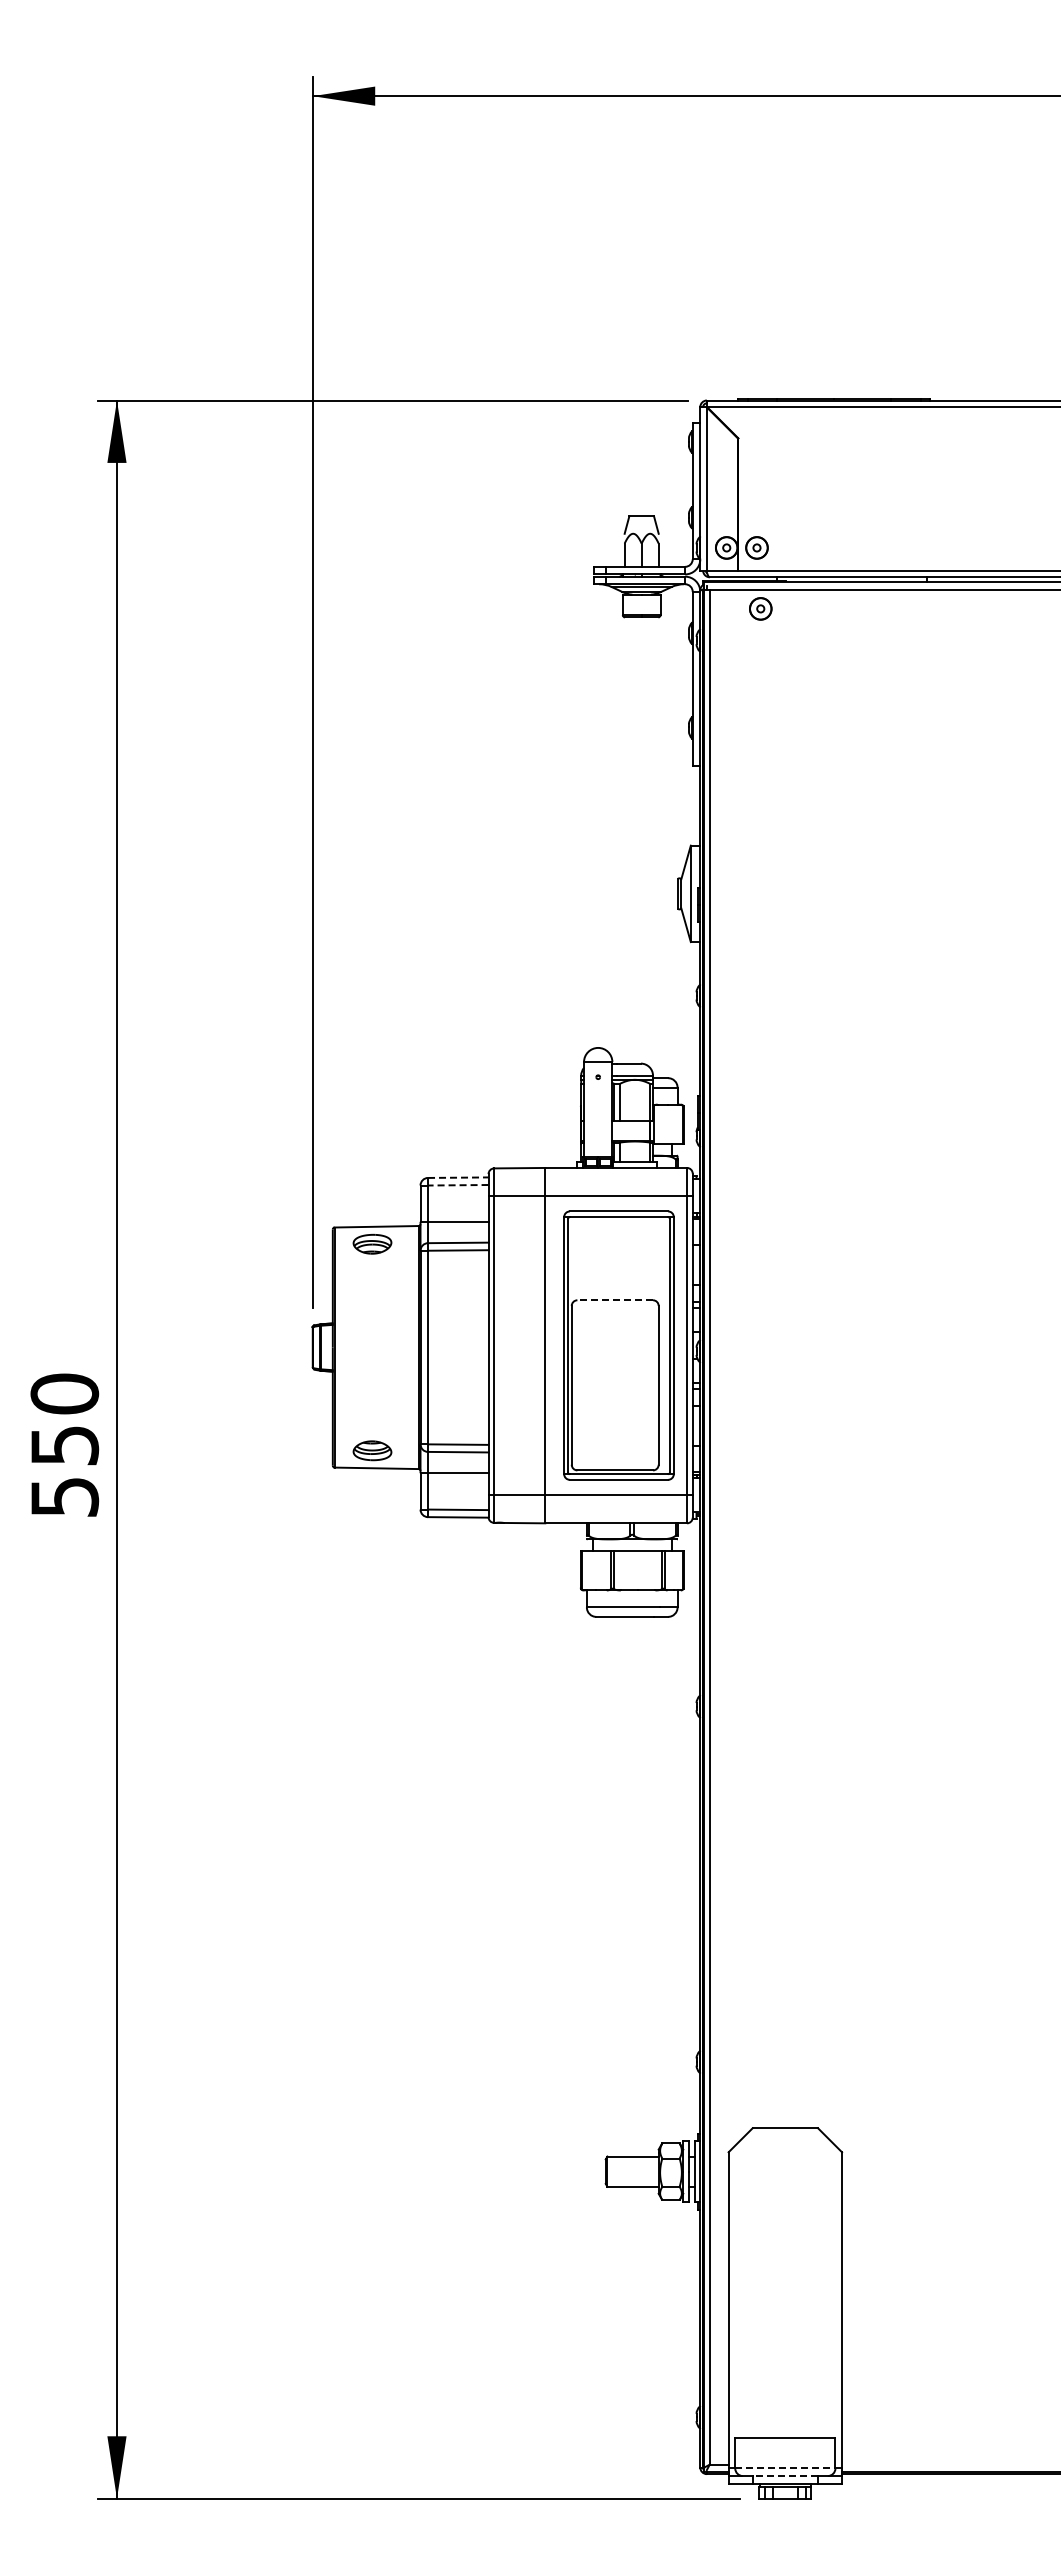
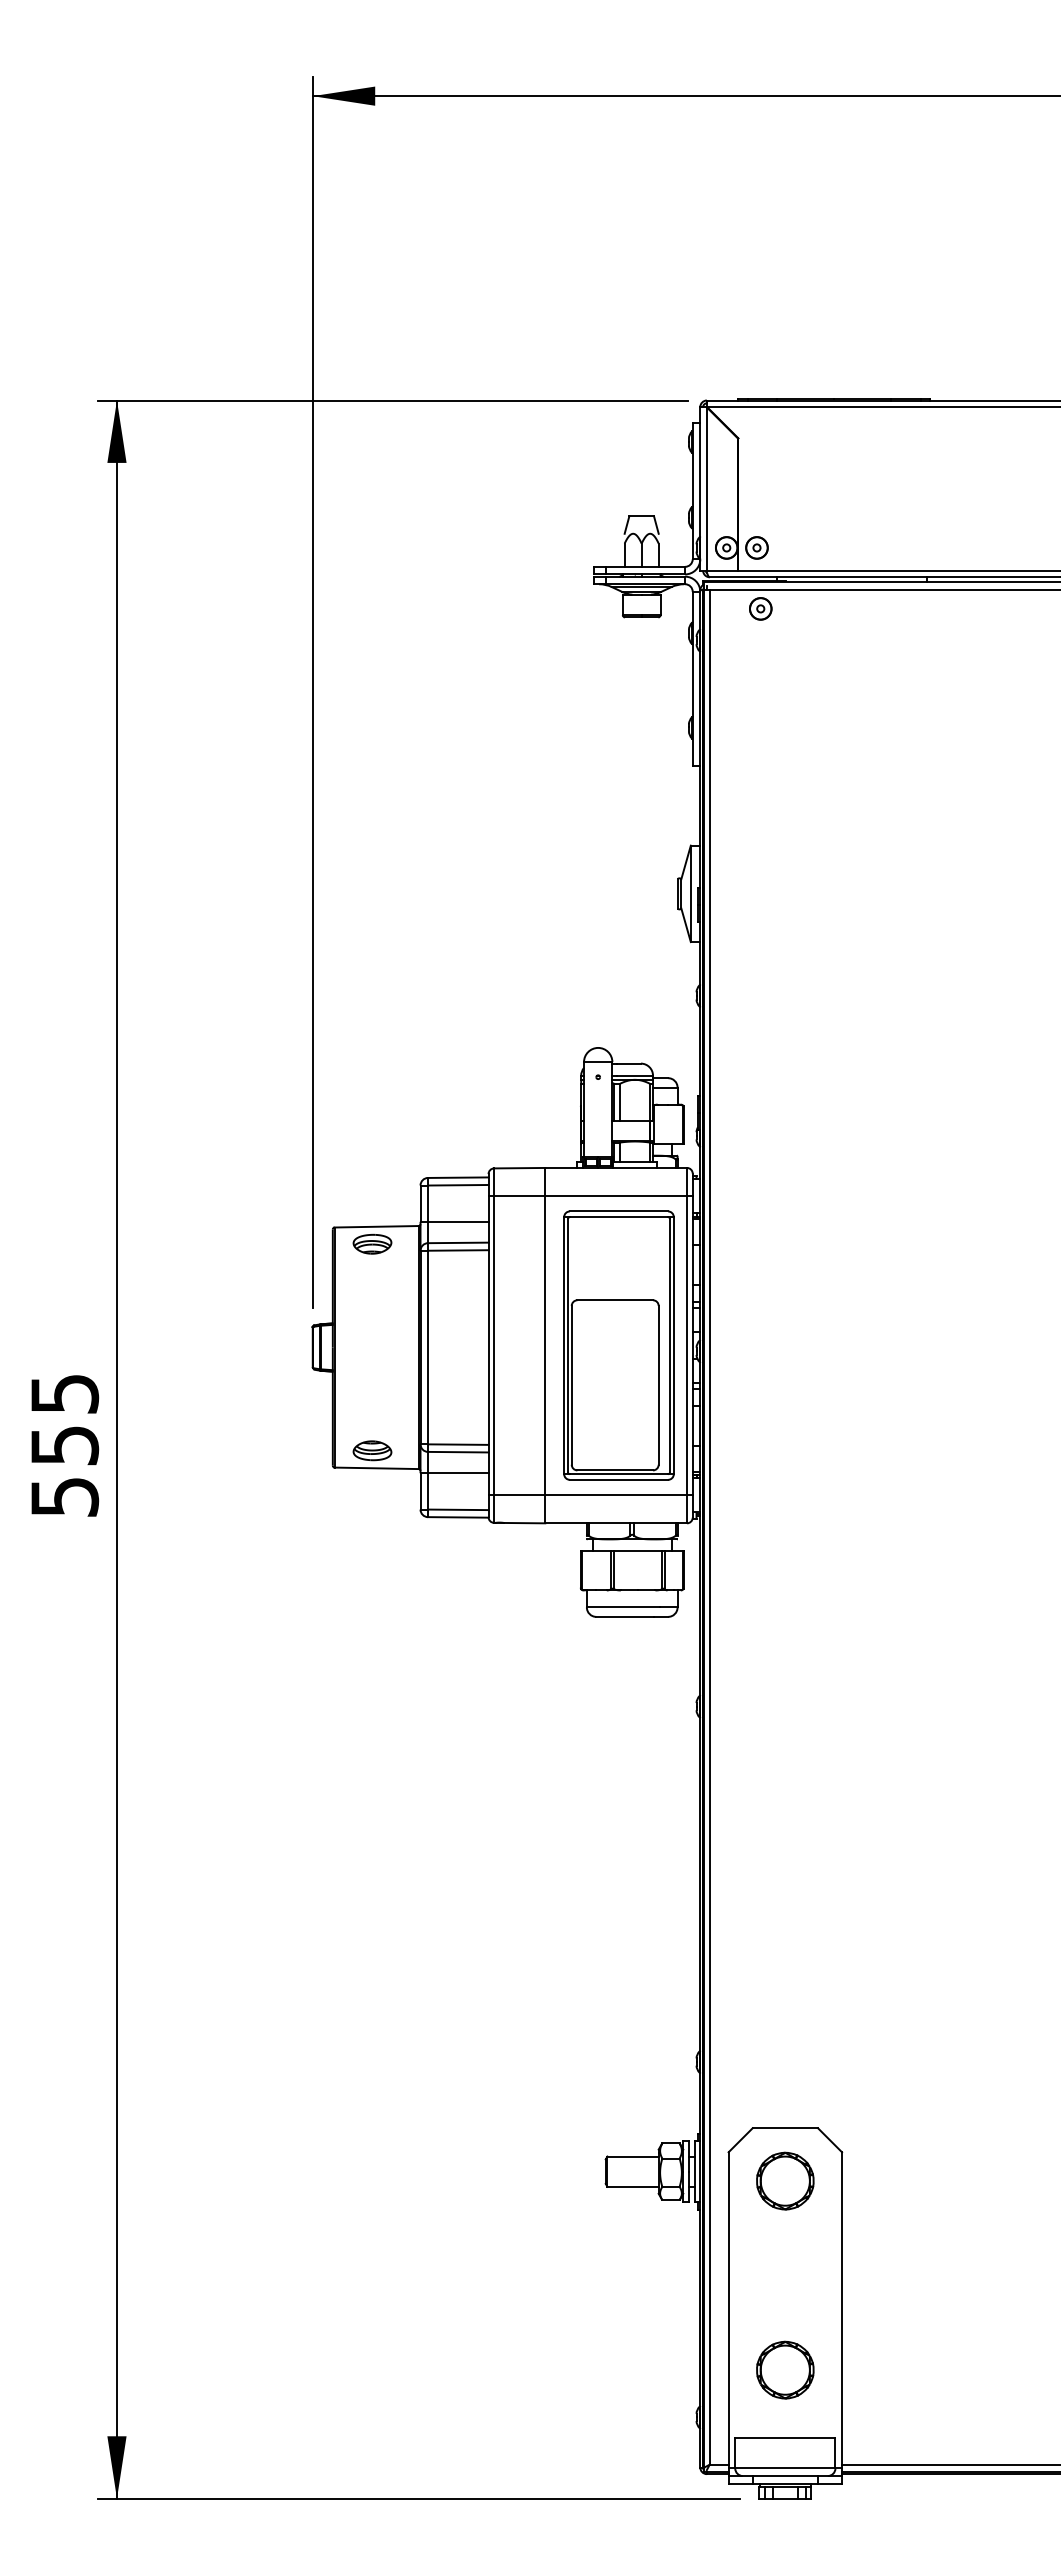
line at (458, 1177): dashed -> solid
line at (457, 1185): dashed -> solid
line at (615, 1300): dashed -> solid
text at (64, 1393): 550 -> 555
part at (785, 2180): none -> present
part at (785, 2369): none -> present
line at (949, 2464): none -> present
line at (785, 2468): dashed -> solid
line at (785, 2476): dashed -> solid
